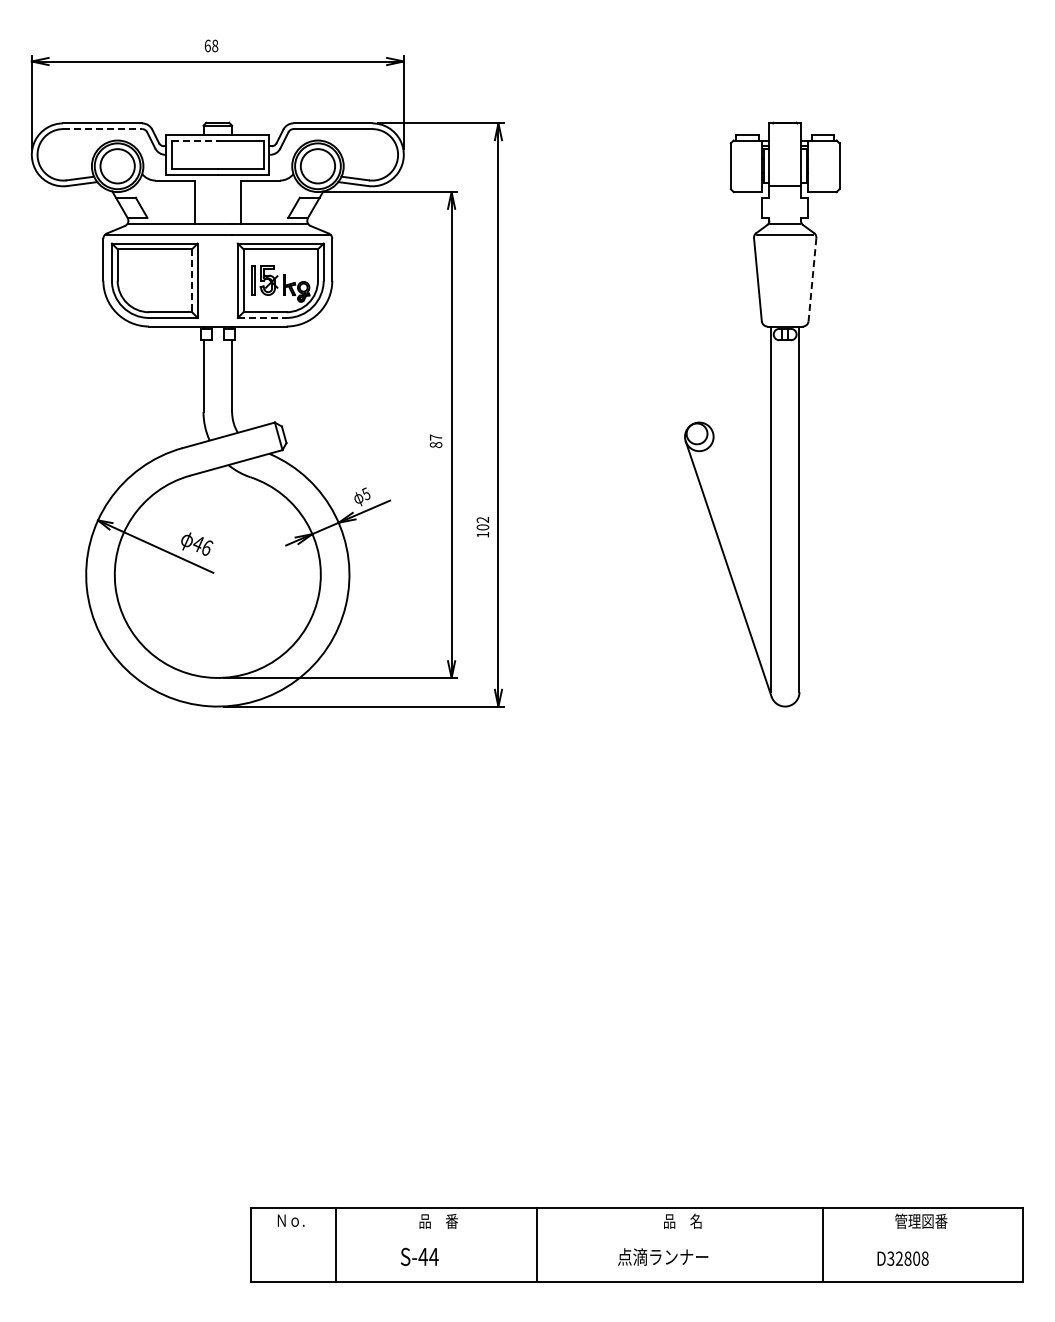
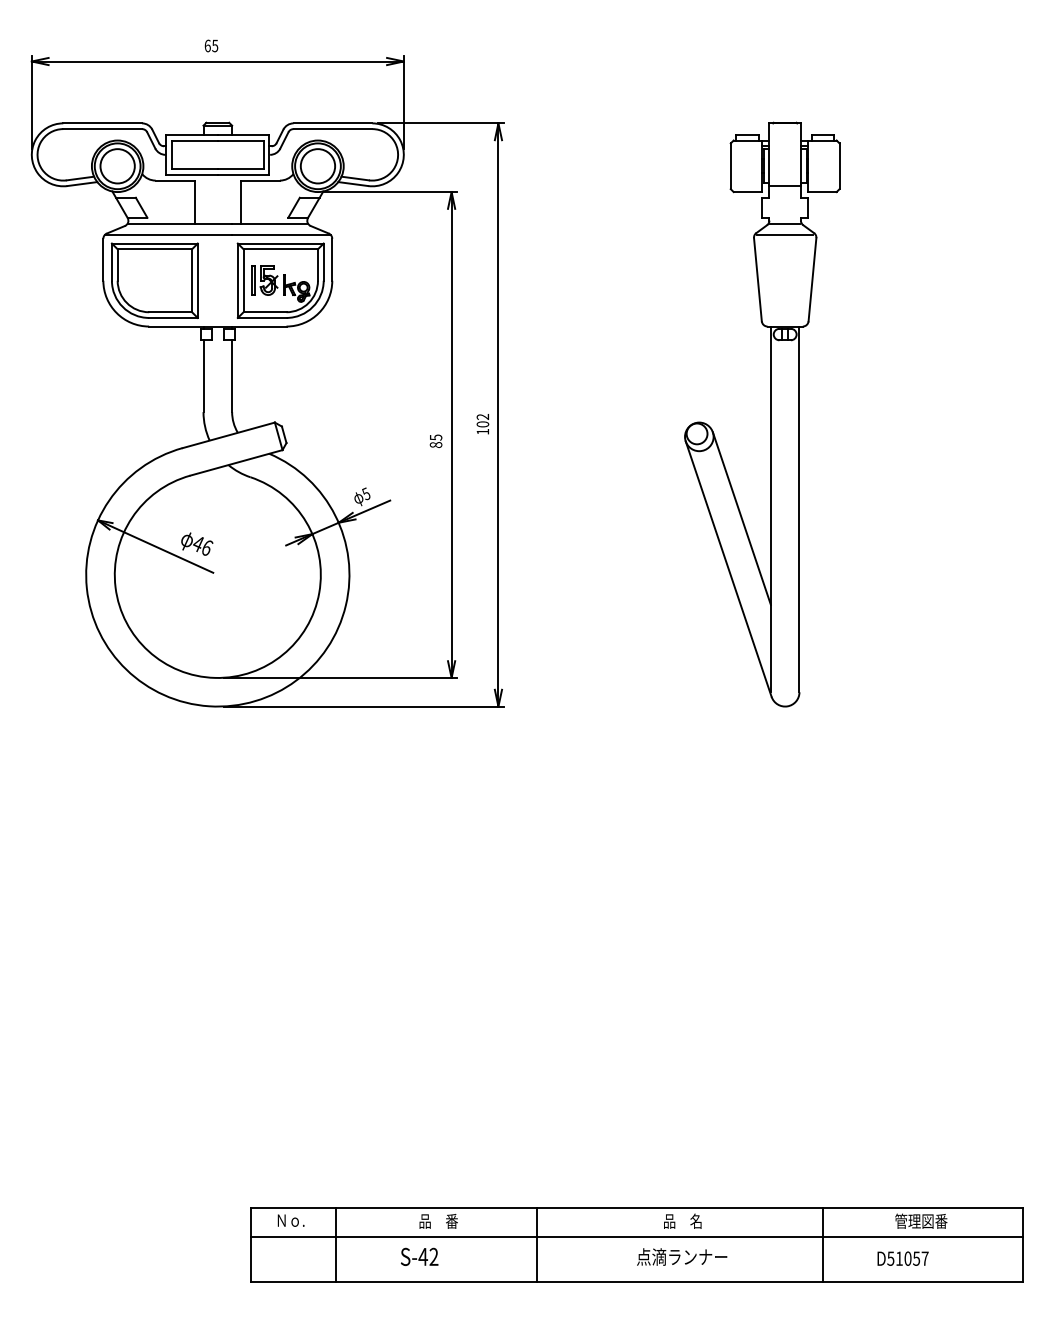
text at (215, 45): 68 -> 65
line at (103, 129): dashed -> solid
line at (194, 140): dashed -> solid
line at (812, 279): dashed -> solid
line at (192, 281): dashed -> solid
line at (262, 317): dashed -> solid
text at (436, 437): 87 -> 85
line at (741, 518): none -> present
text at (482, 527) position: (482, 527) -> (482, 424)
line at (636, 1236): none -> present
text at (433, 1256): S-44 -> S-42
text at (663, 1256) position: (663, 1256) -> (682, 1256)
text at (907, 1258): D32808 -> D51057
